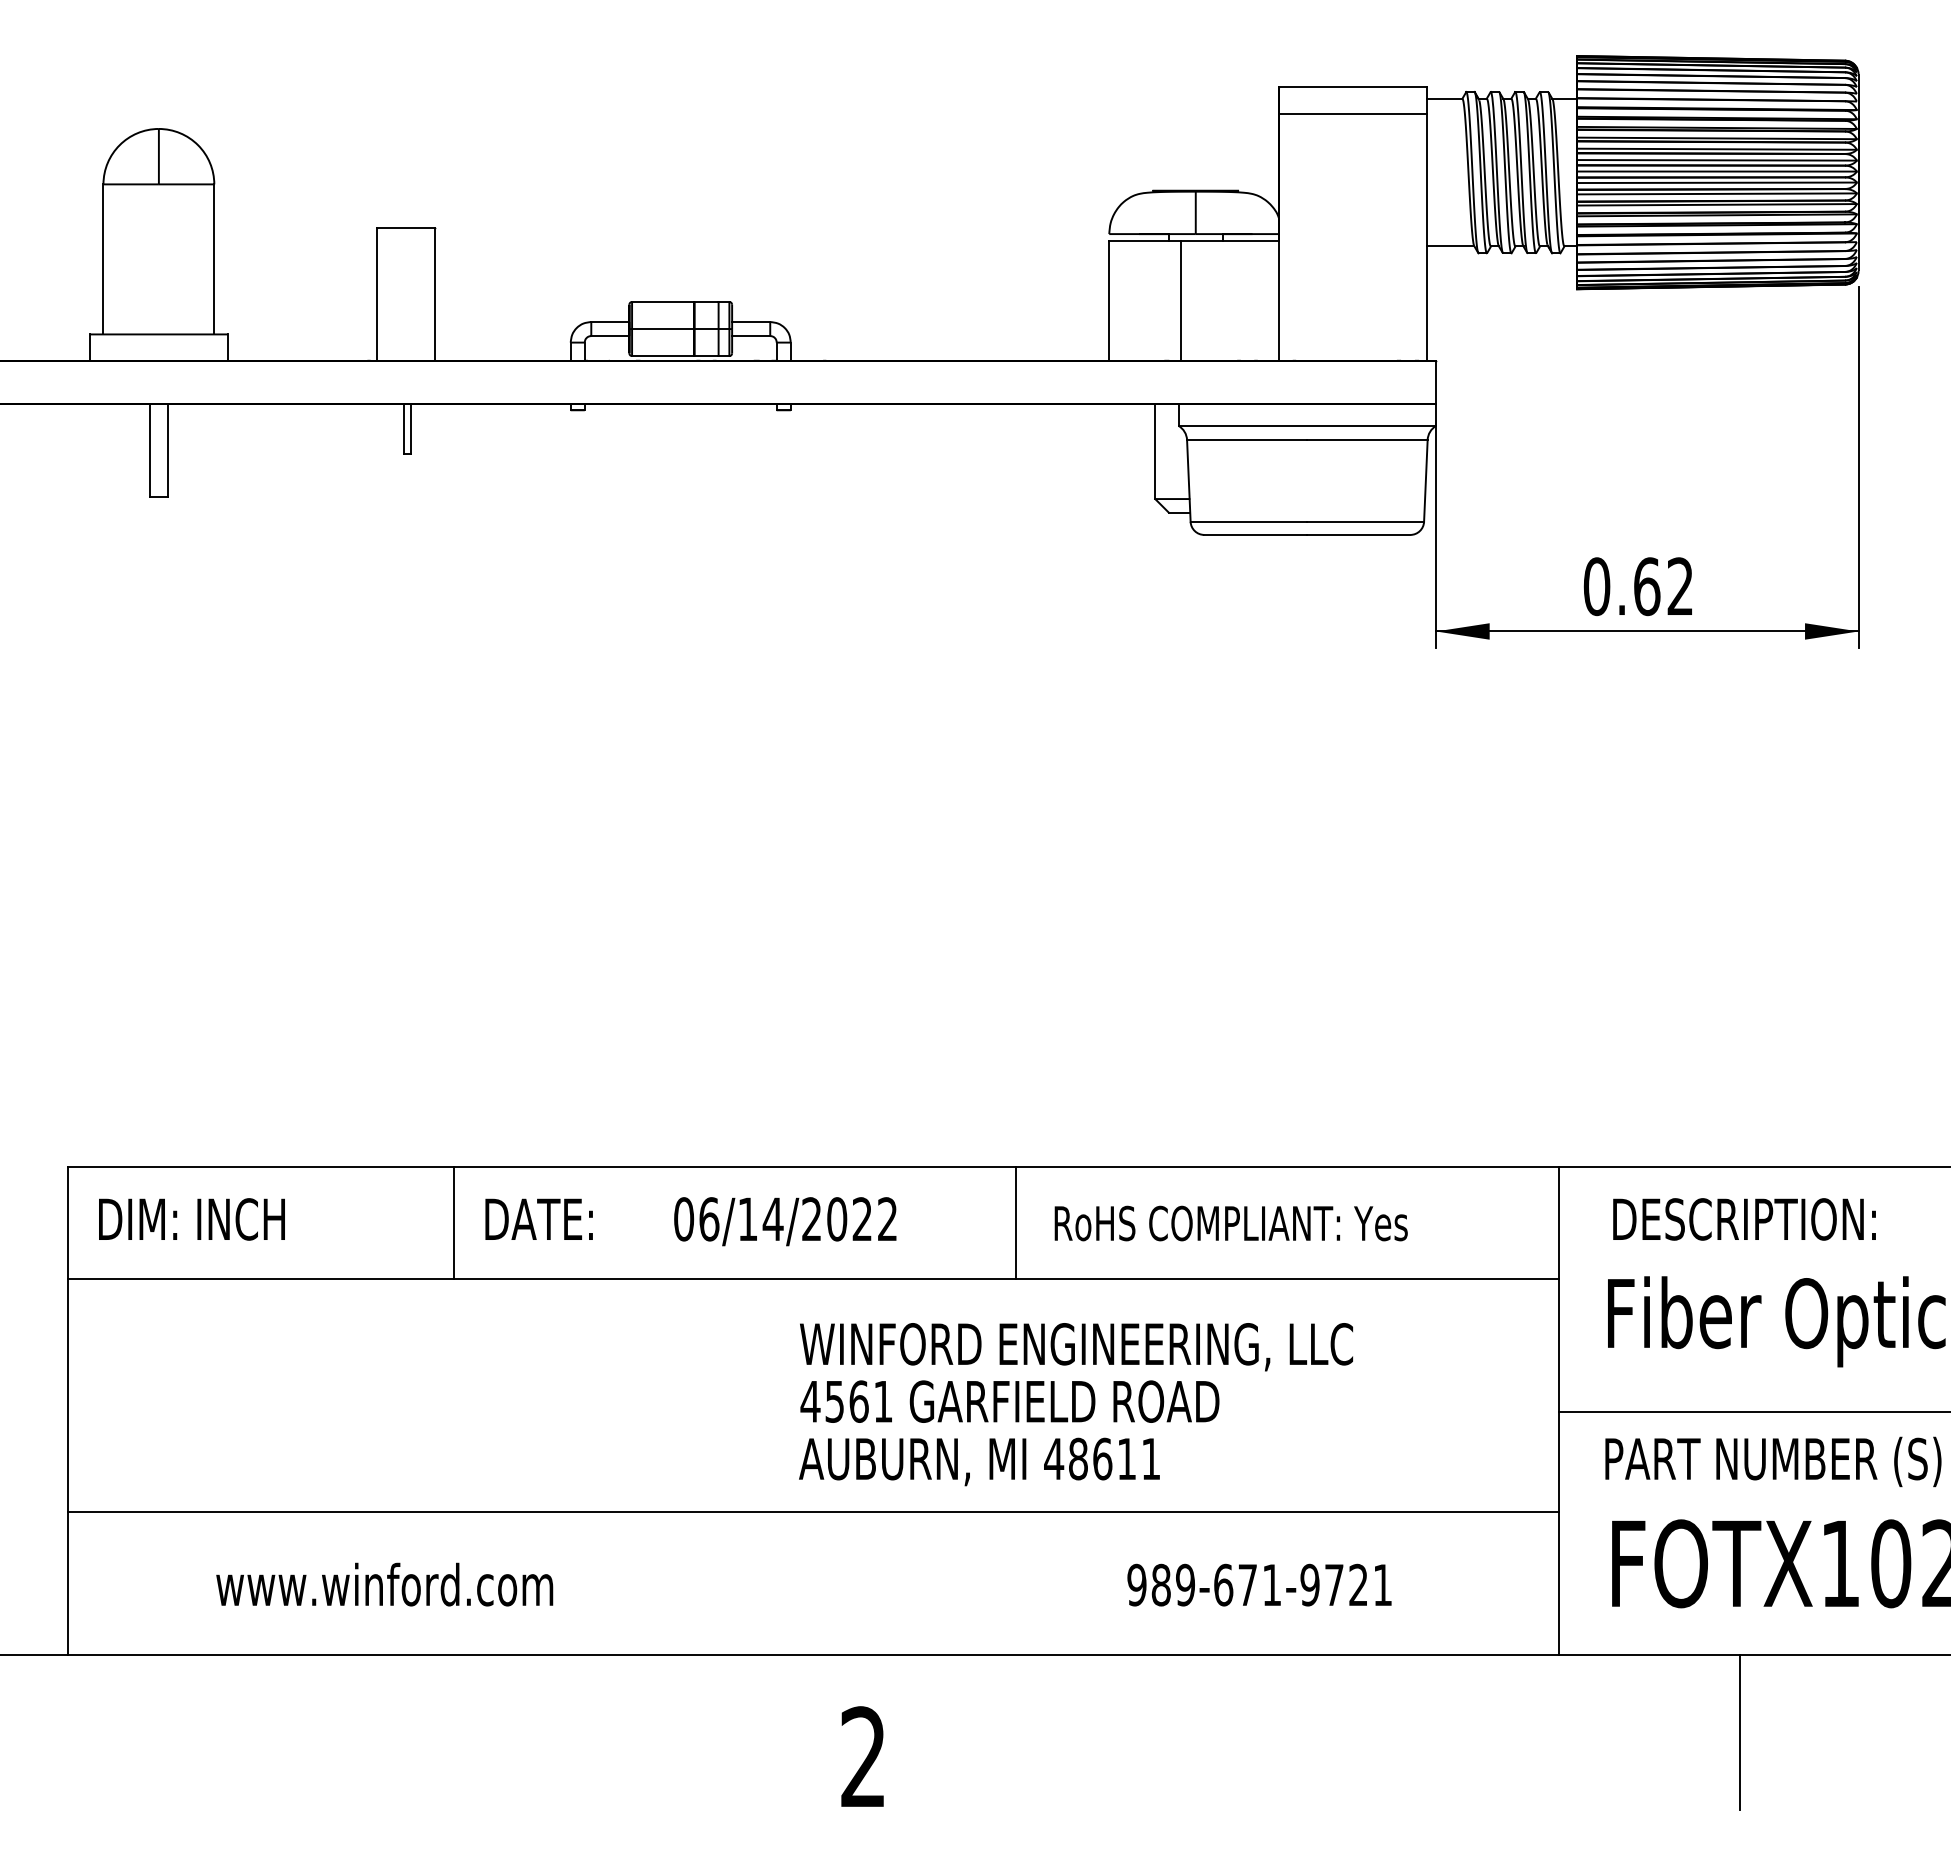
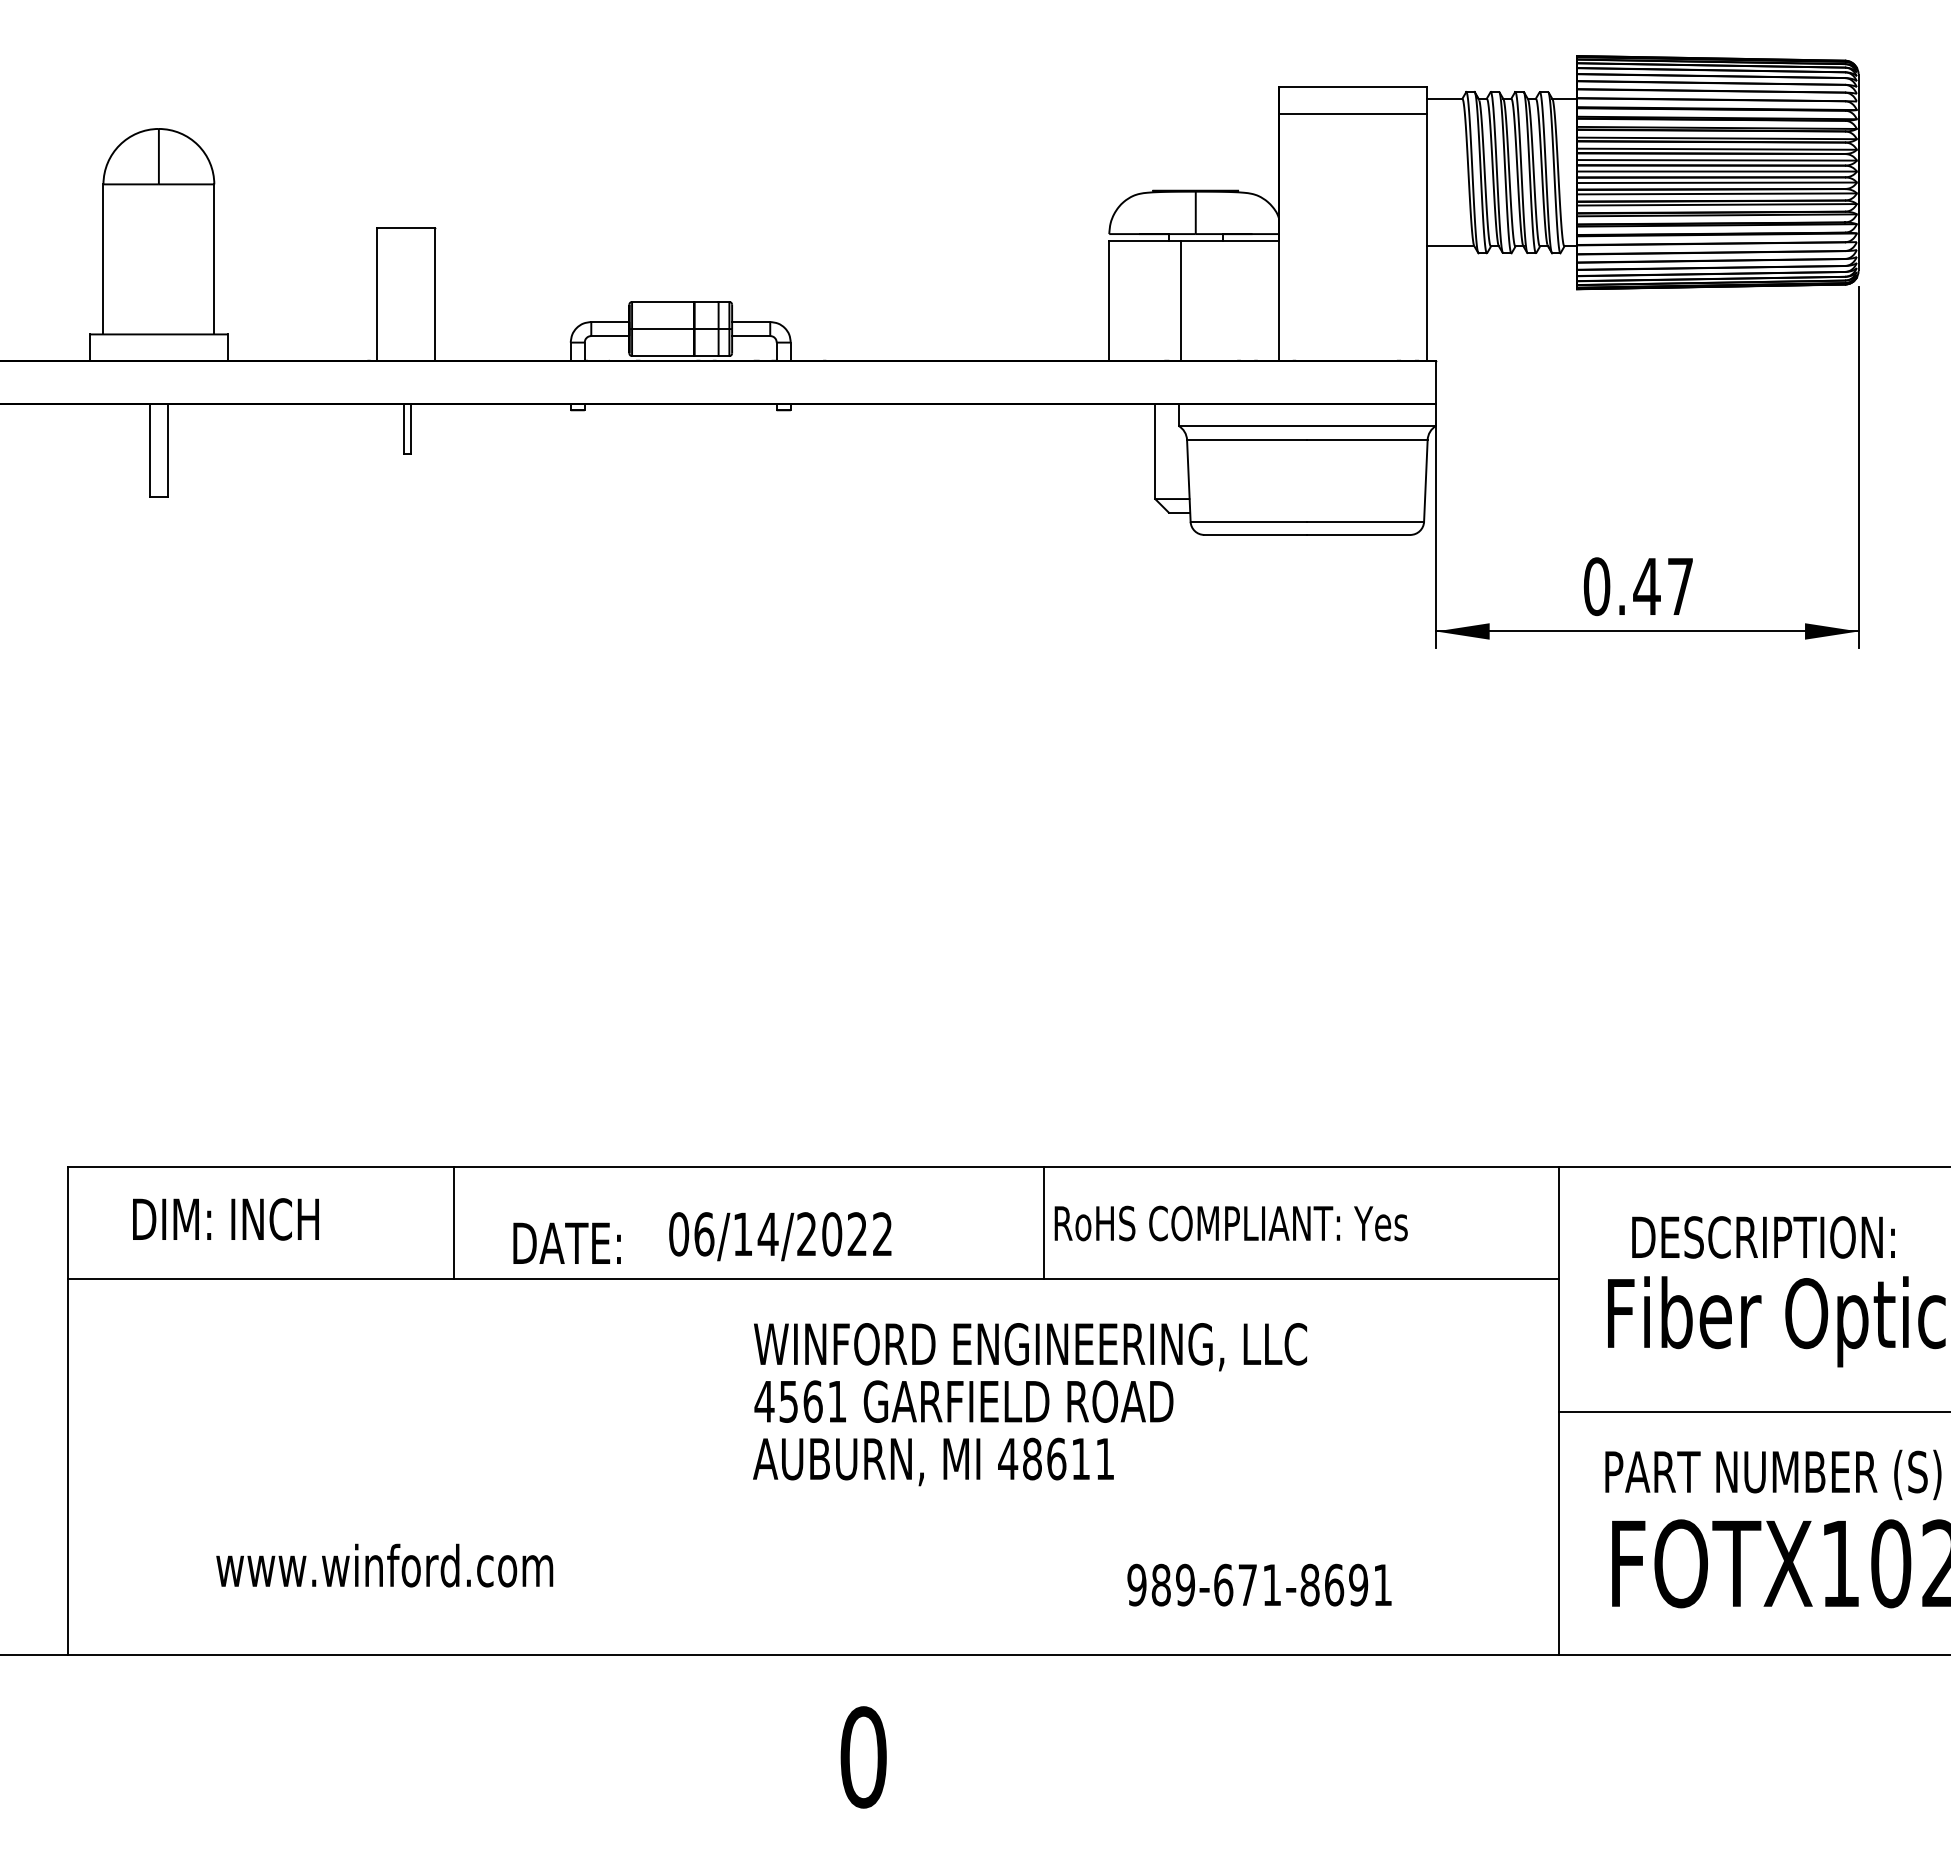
text at (1662, 586): 0.62 -> 0.47
text at (538, 1218) position: (538, 1218) -> (566, 1242)
text at (191, 1219) position: (191, 1219) -> (225, 1219)
text at (1744, 1219) position: (1744, 1219) -> (1763, 1237)
text at (785, 1221) position: (785, 1221) -> (780, 1236)
line at (1016, 1222) position: (1016, 1222) -> (1044, 1222)
text at (1075, 1404) position: (1075, 1404) -> (1029, 1404)
text at (1773, 1461) position: (1773, 1461) -> (1773, 1474)
line at (813, 1512): present -> none
text at (384, 1584) position: (384, 1584) -> (384, 1565)
text at (1334, 1584): 989-671-9721 -> 989-671-8691
line at (1740, 1732): present -> none
text at (863, 1757): 2 -> 0
